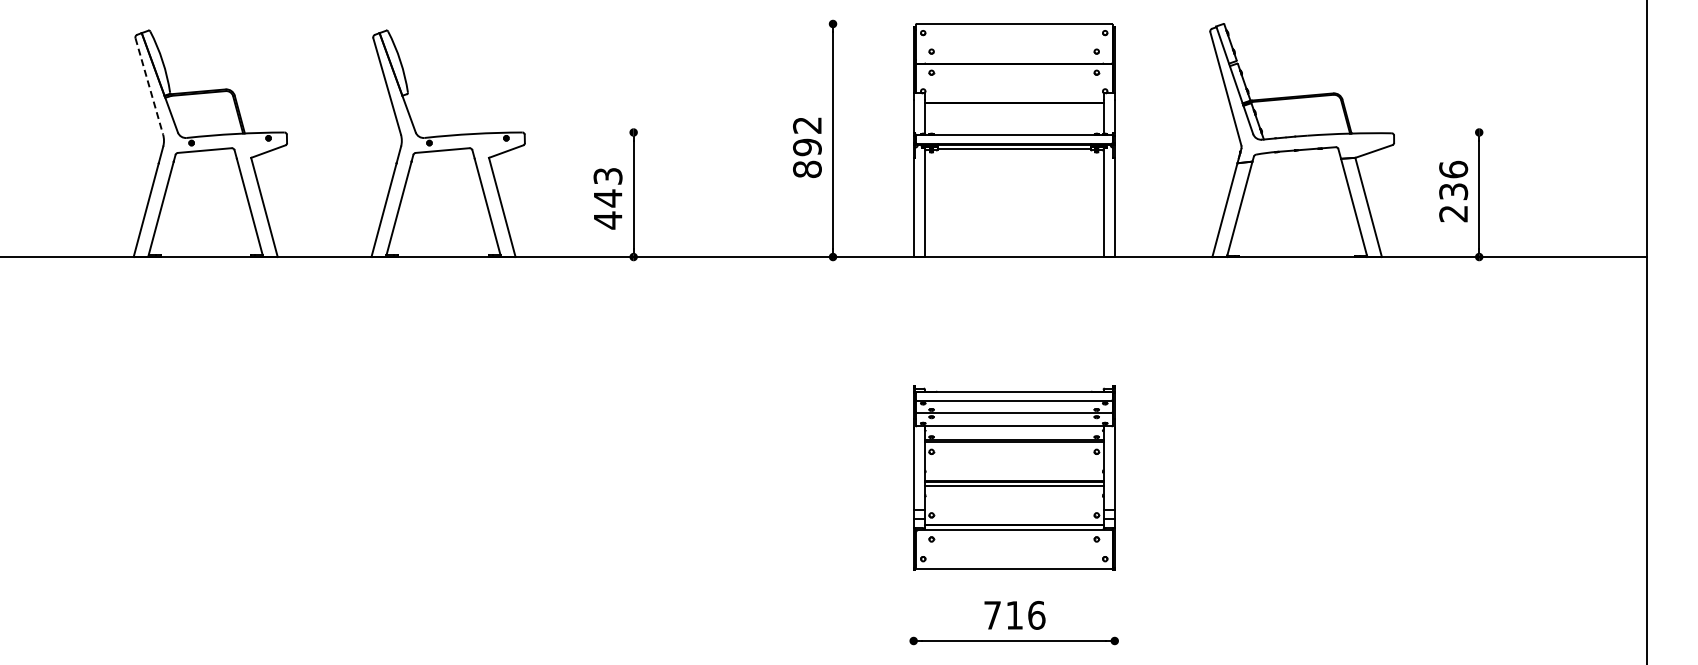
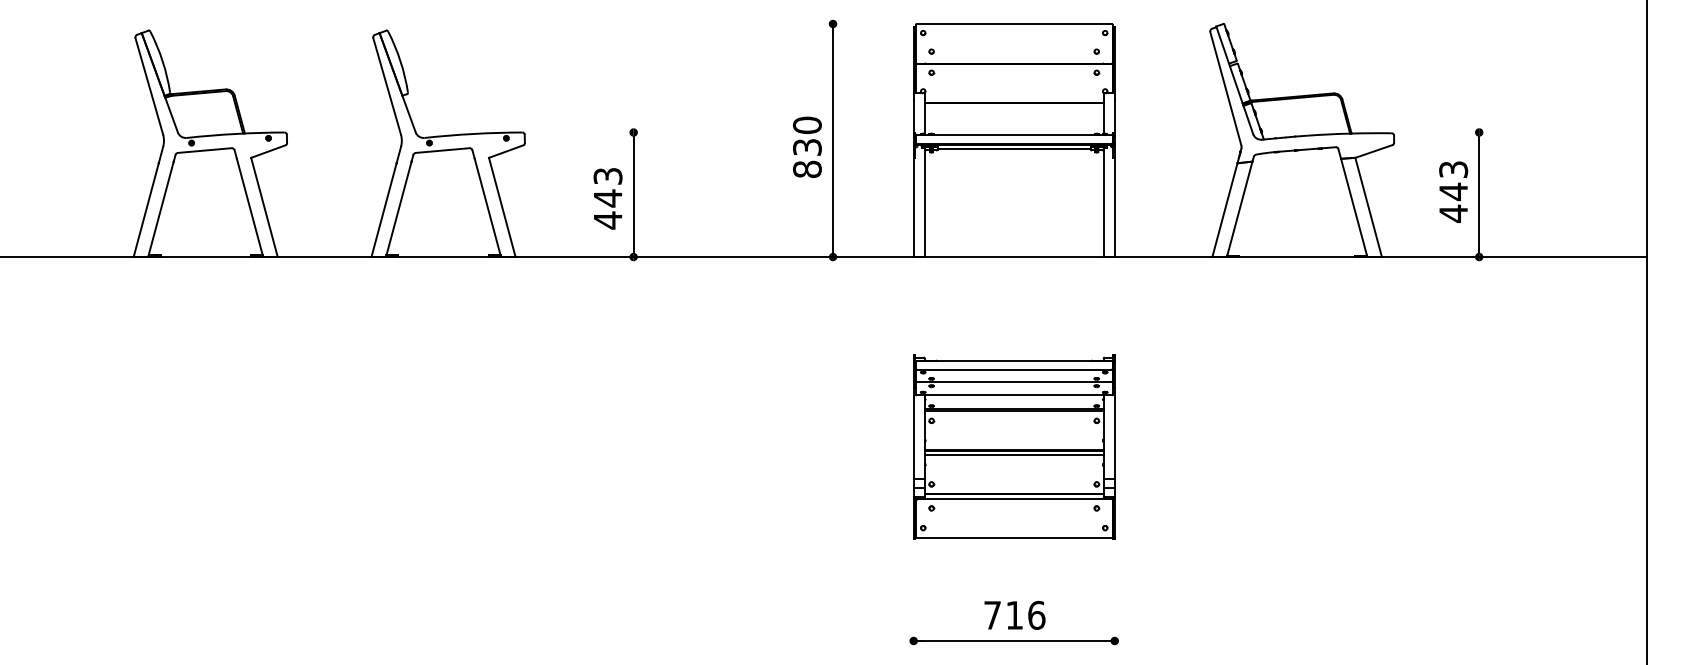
line at (149, 86): dashed -> solid
text at (807, 136): 892 -> 830
text at (1453, 191): 236 -> 443
part at (1014, 477) position: (1014, 477) -> (1014, 446)
